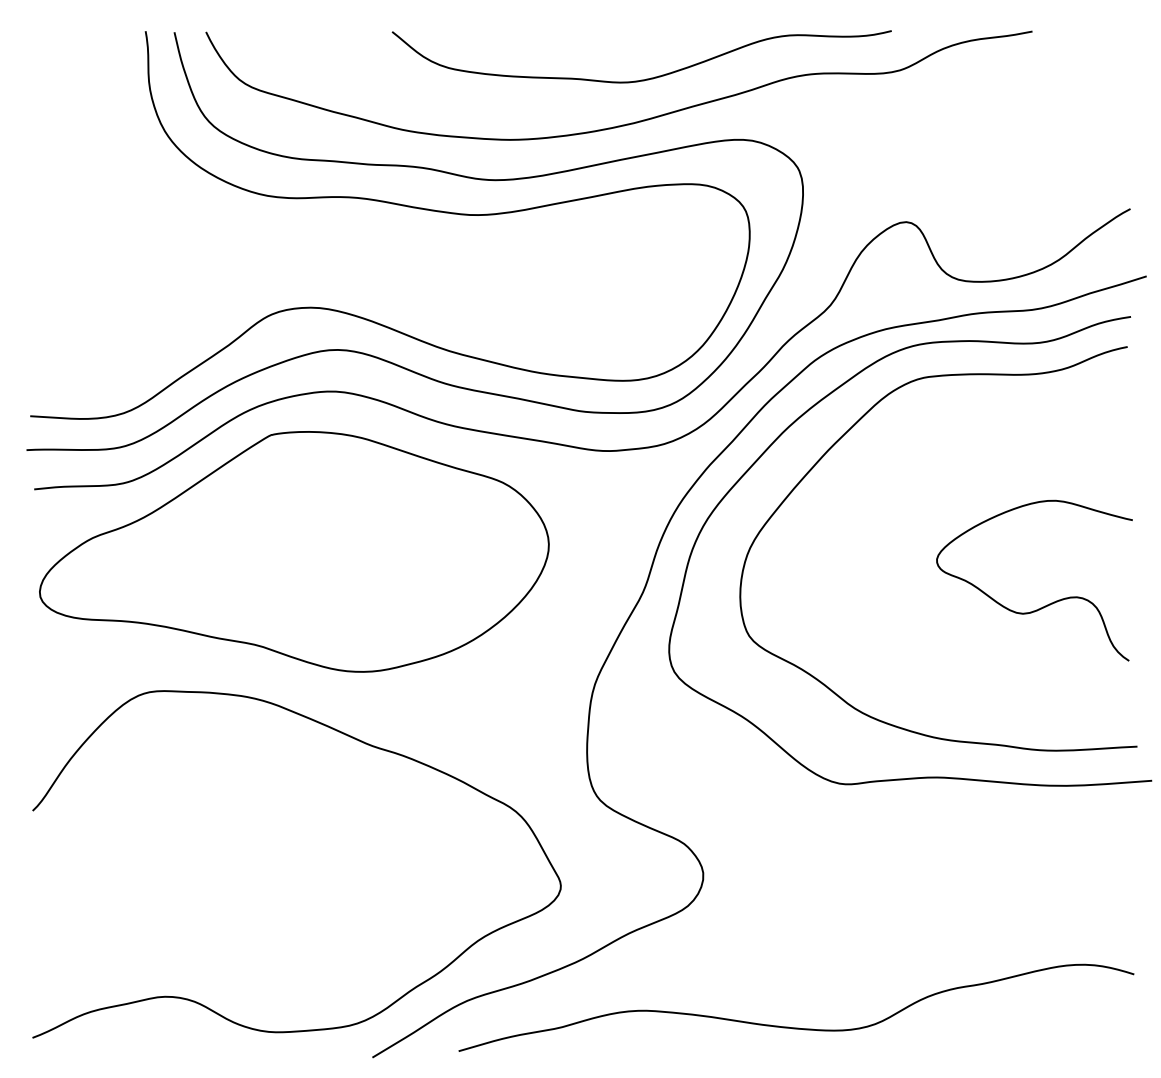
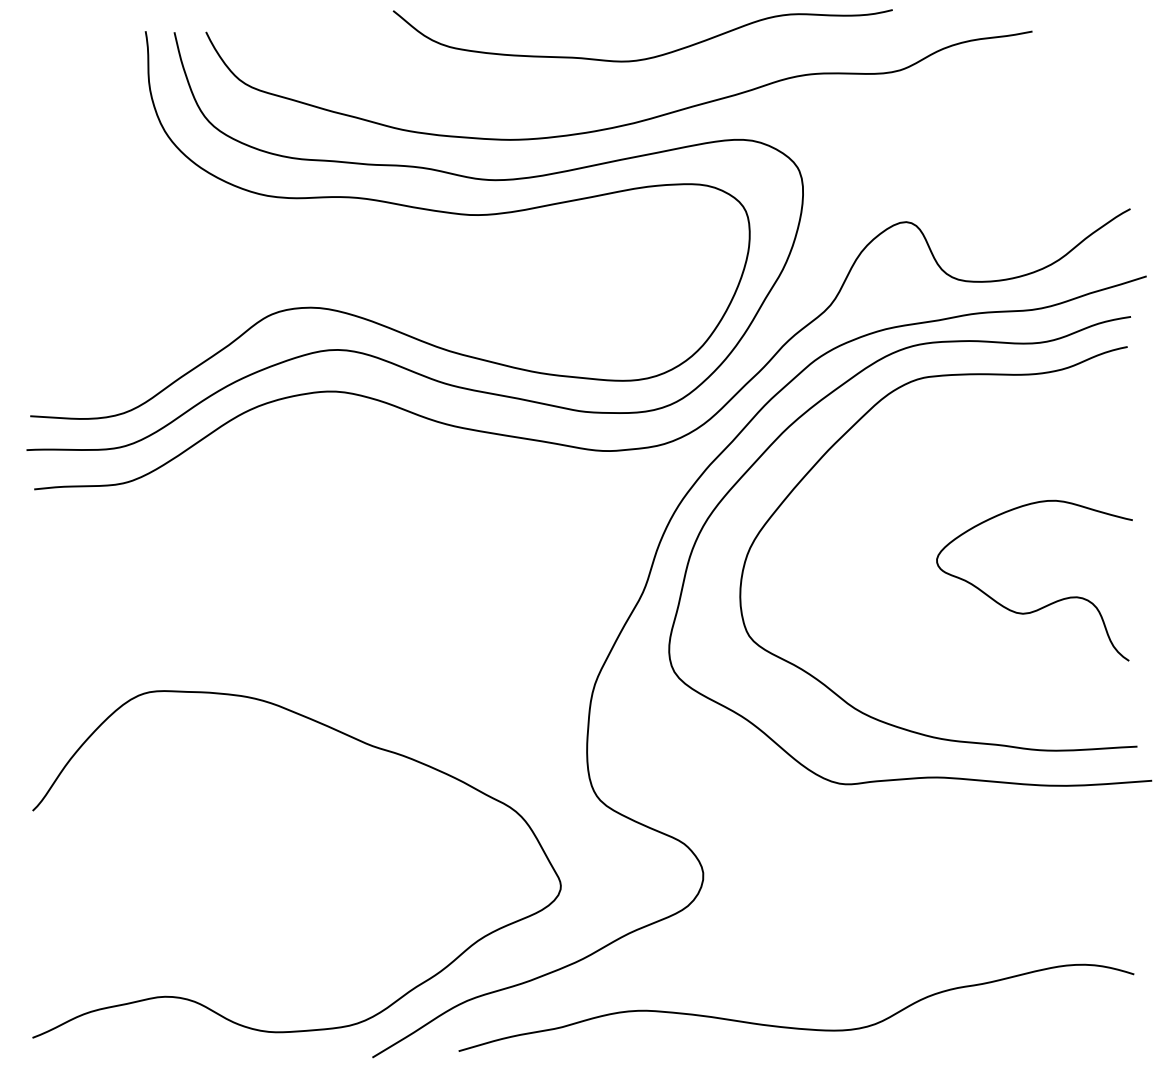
curve at (646, 78) position: (646, 78) -> (647, 57)
part at (294, 551): present -> none
